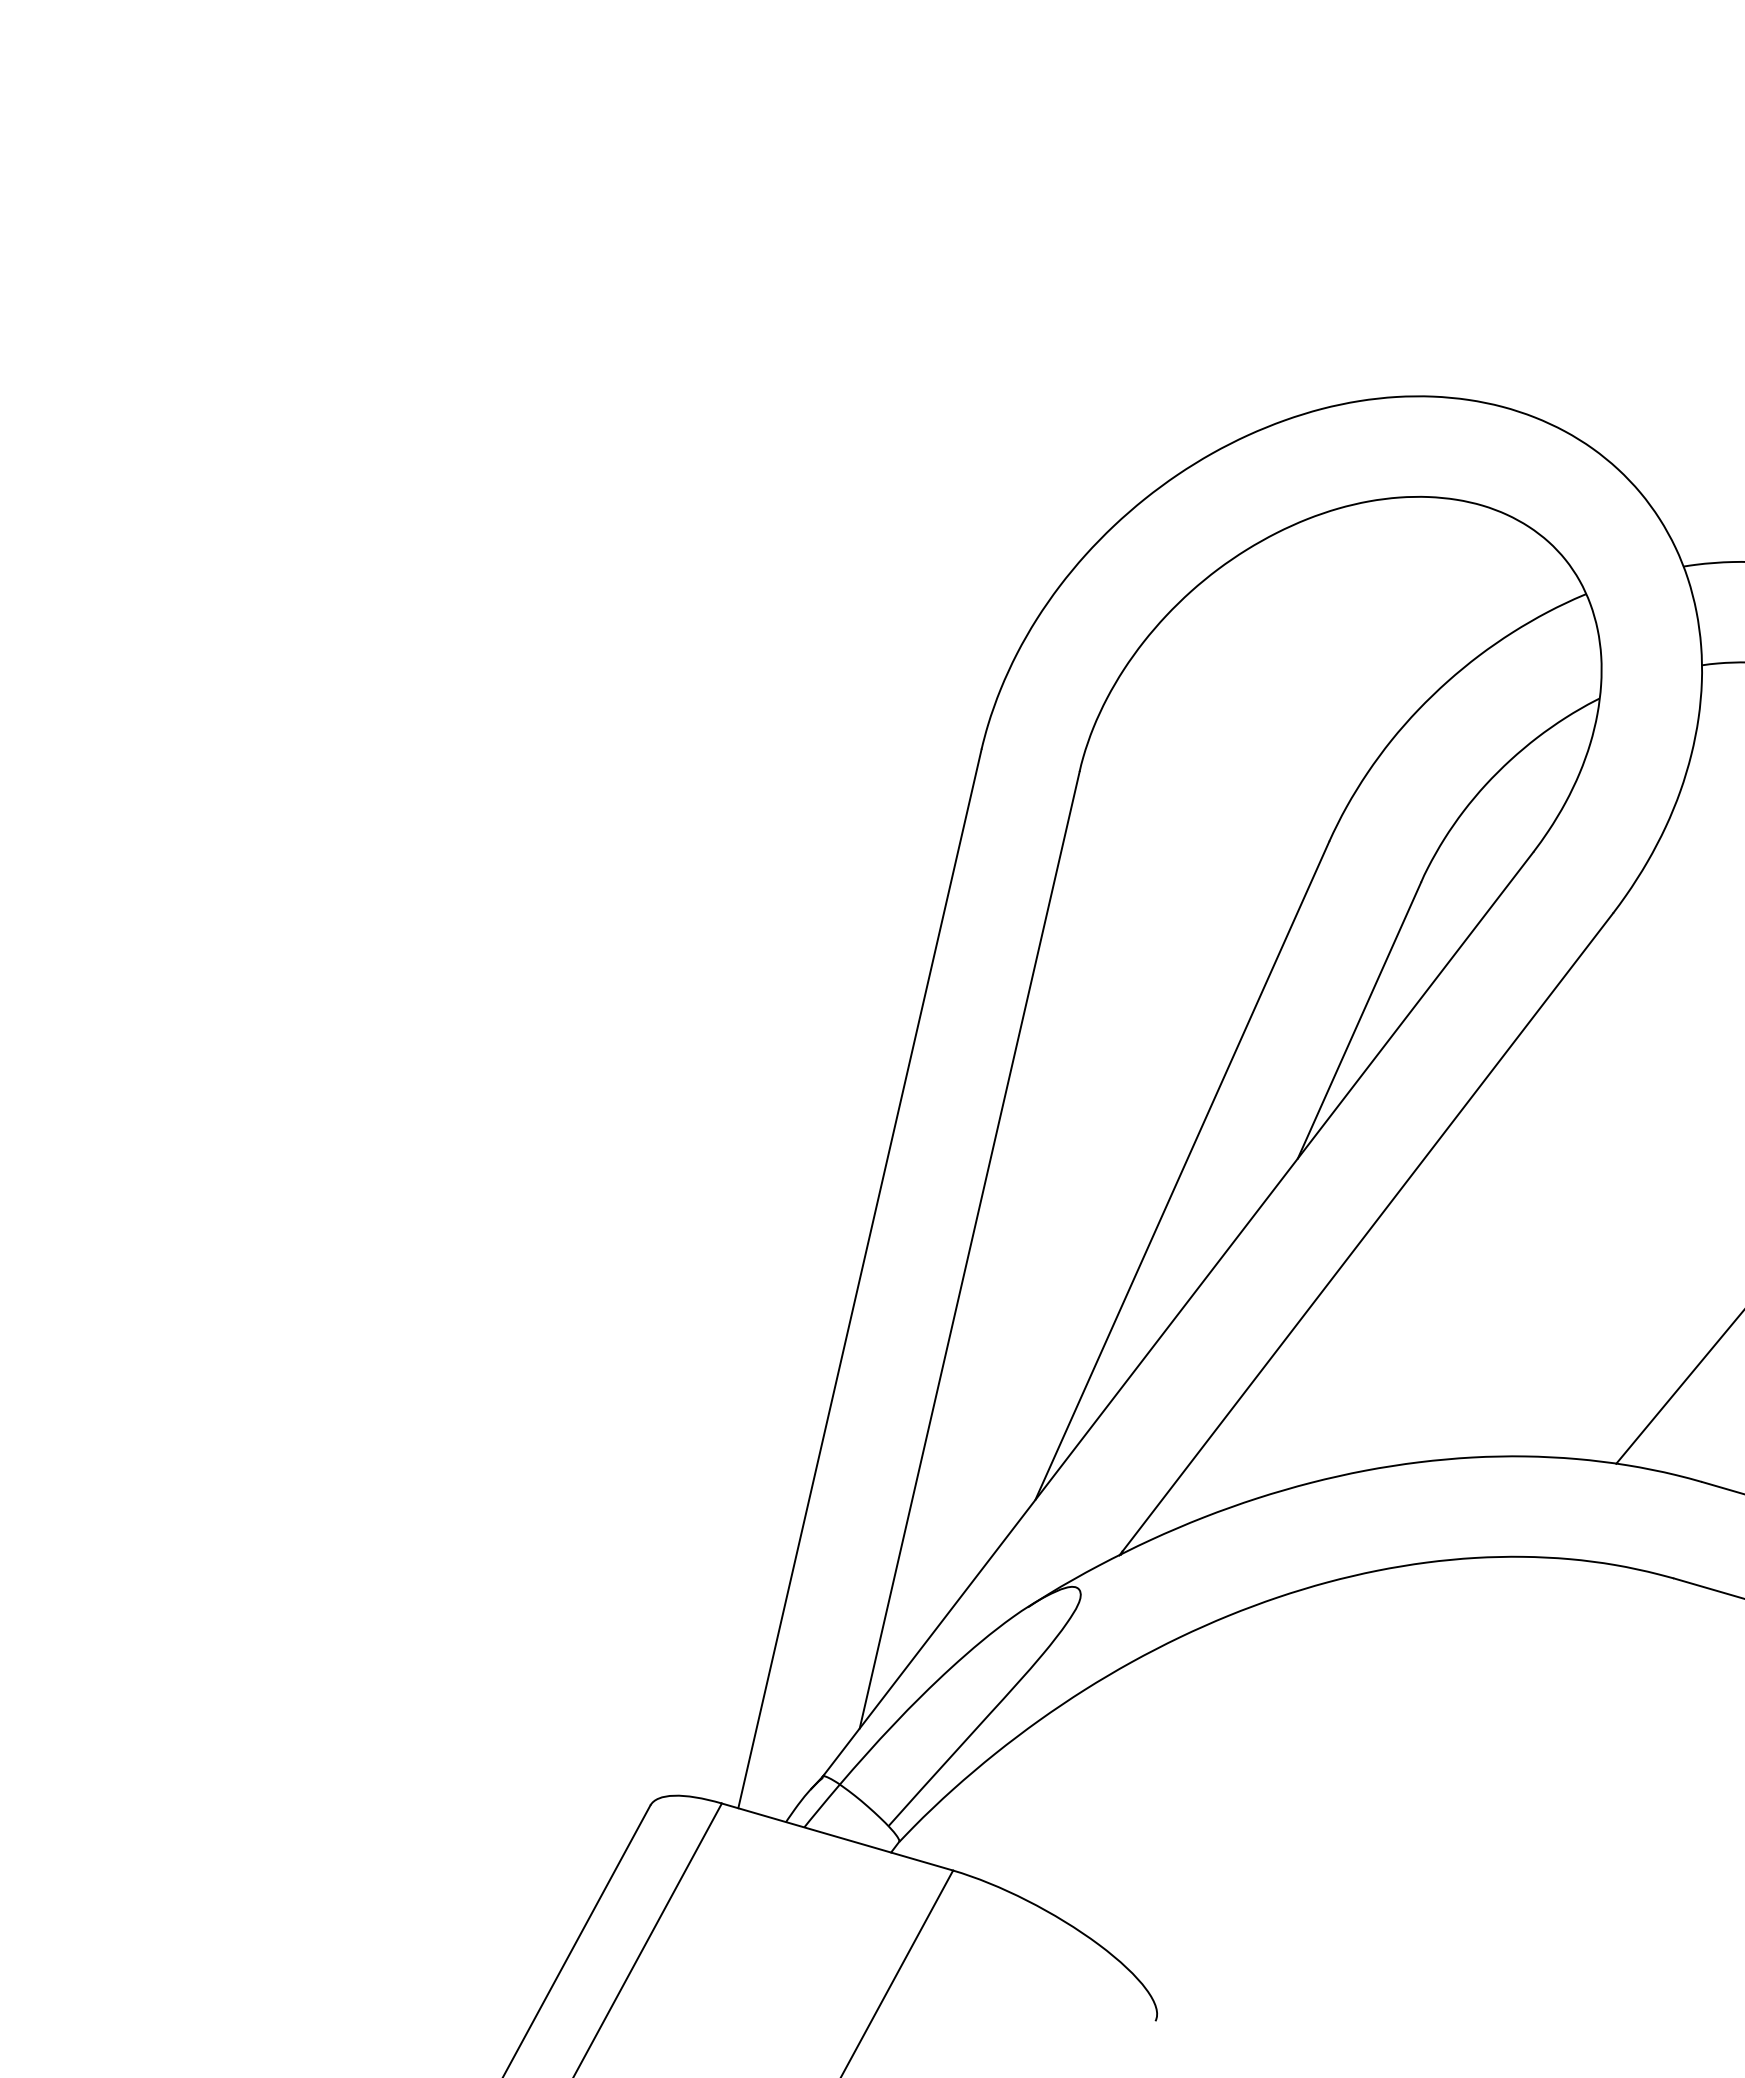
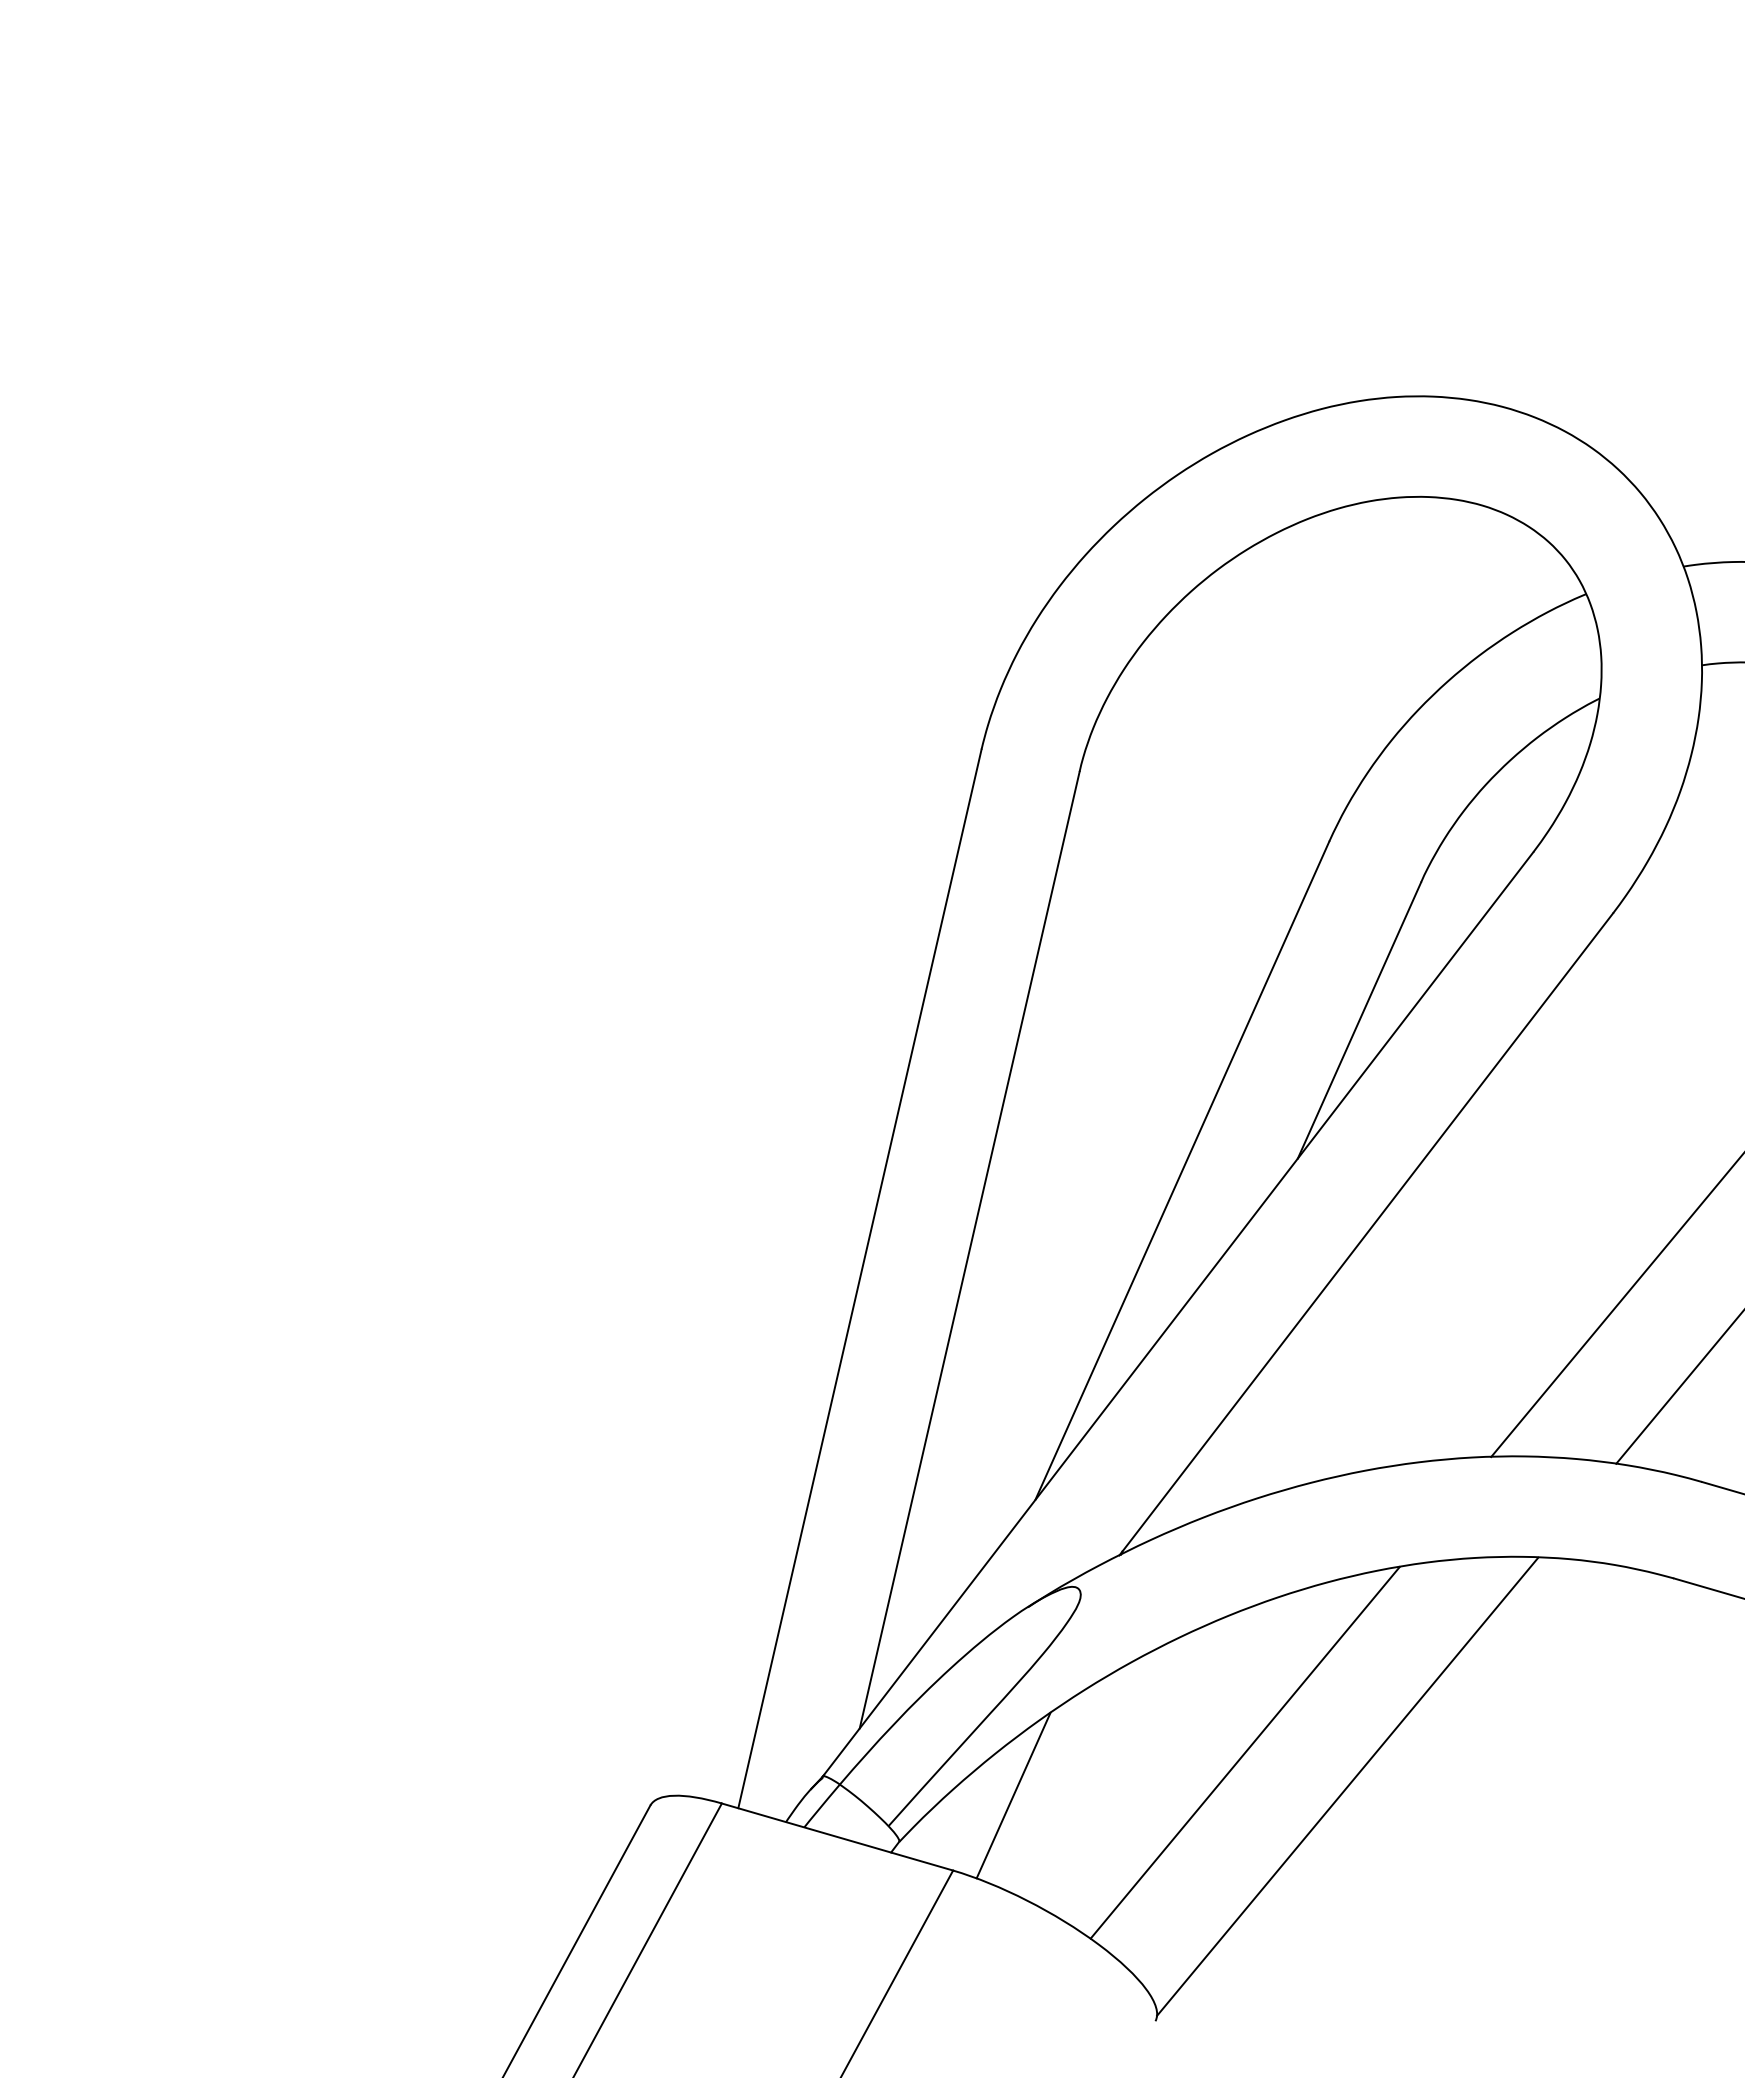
line at (1616, 1306): none -> present
line at (1244, 1752): none -> present
line at (1347, 1786): none -> present
line at (1013, 1795): none -> present
